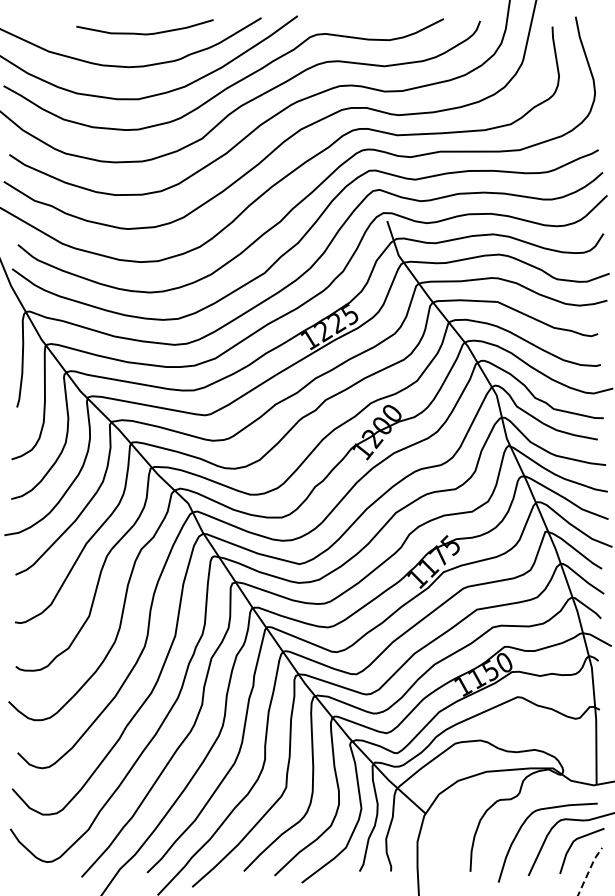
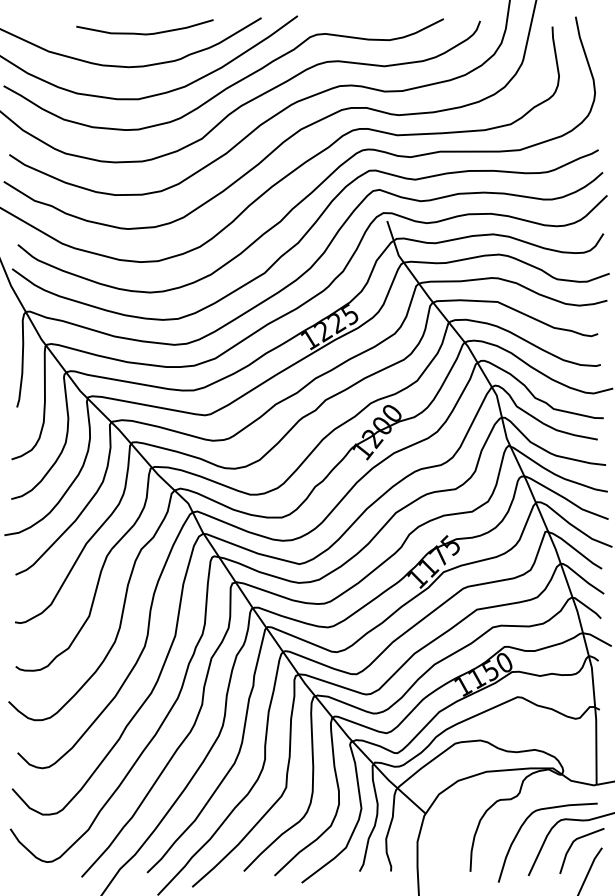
line at (589, 870): dashed -> solid
